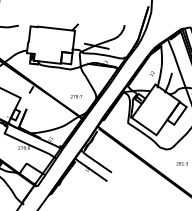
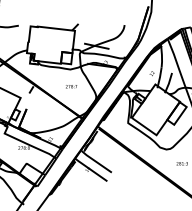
text at (76, 96) position: (76, 96) -> (71, 86)
